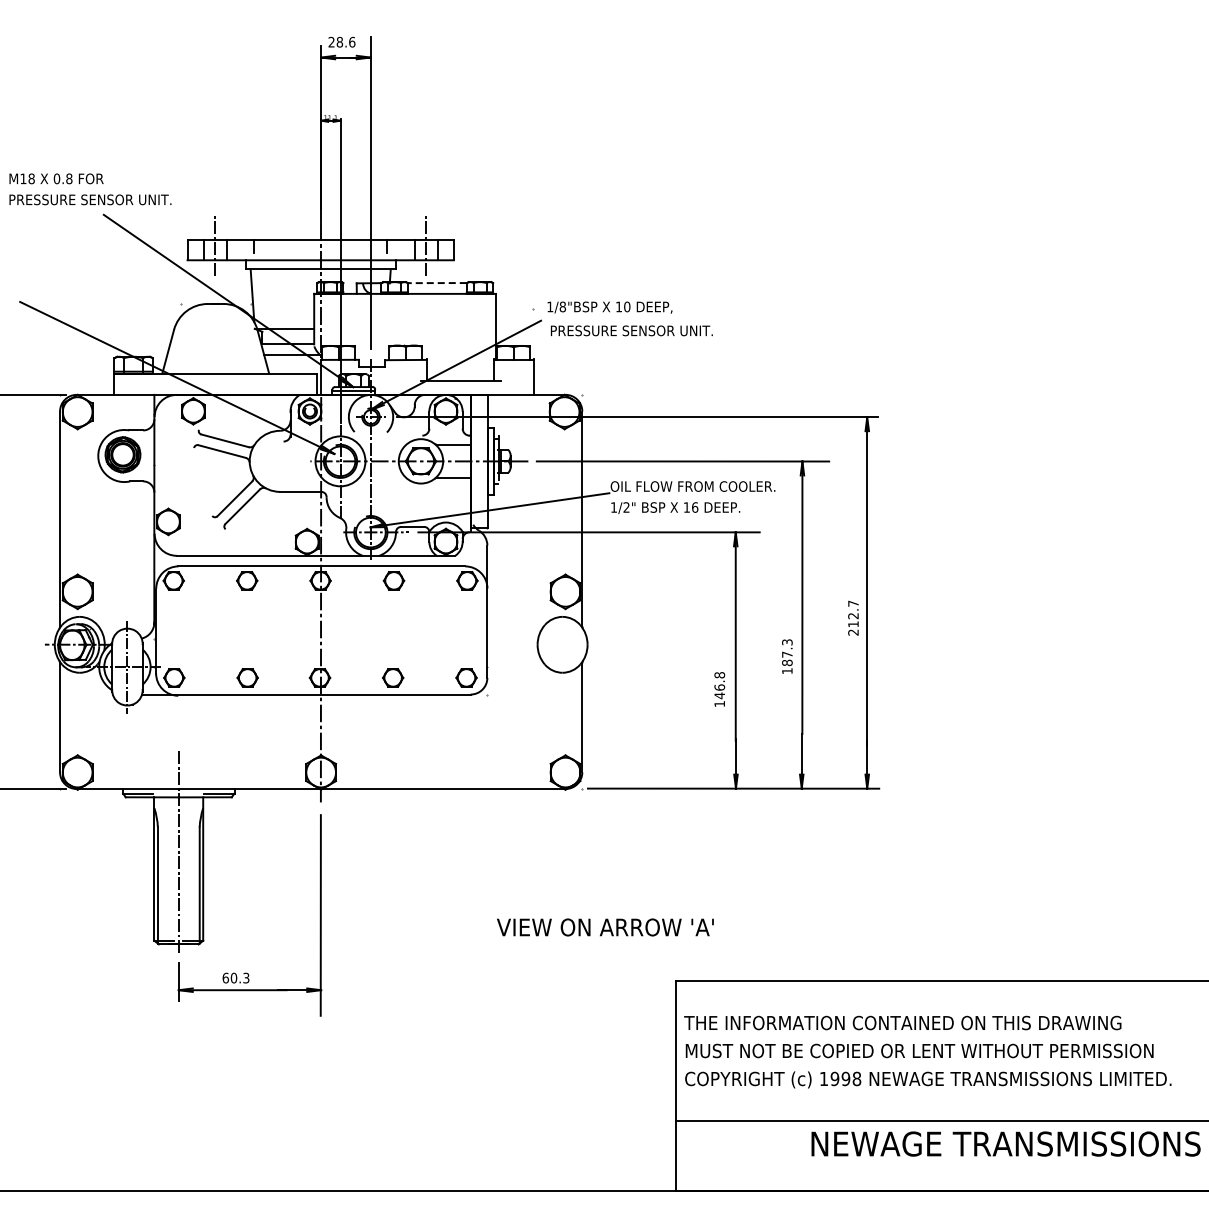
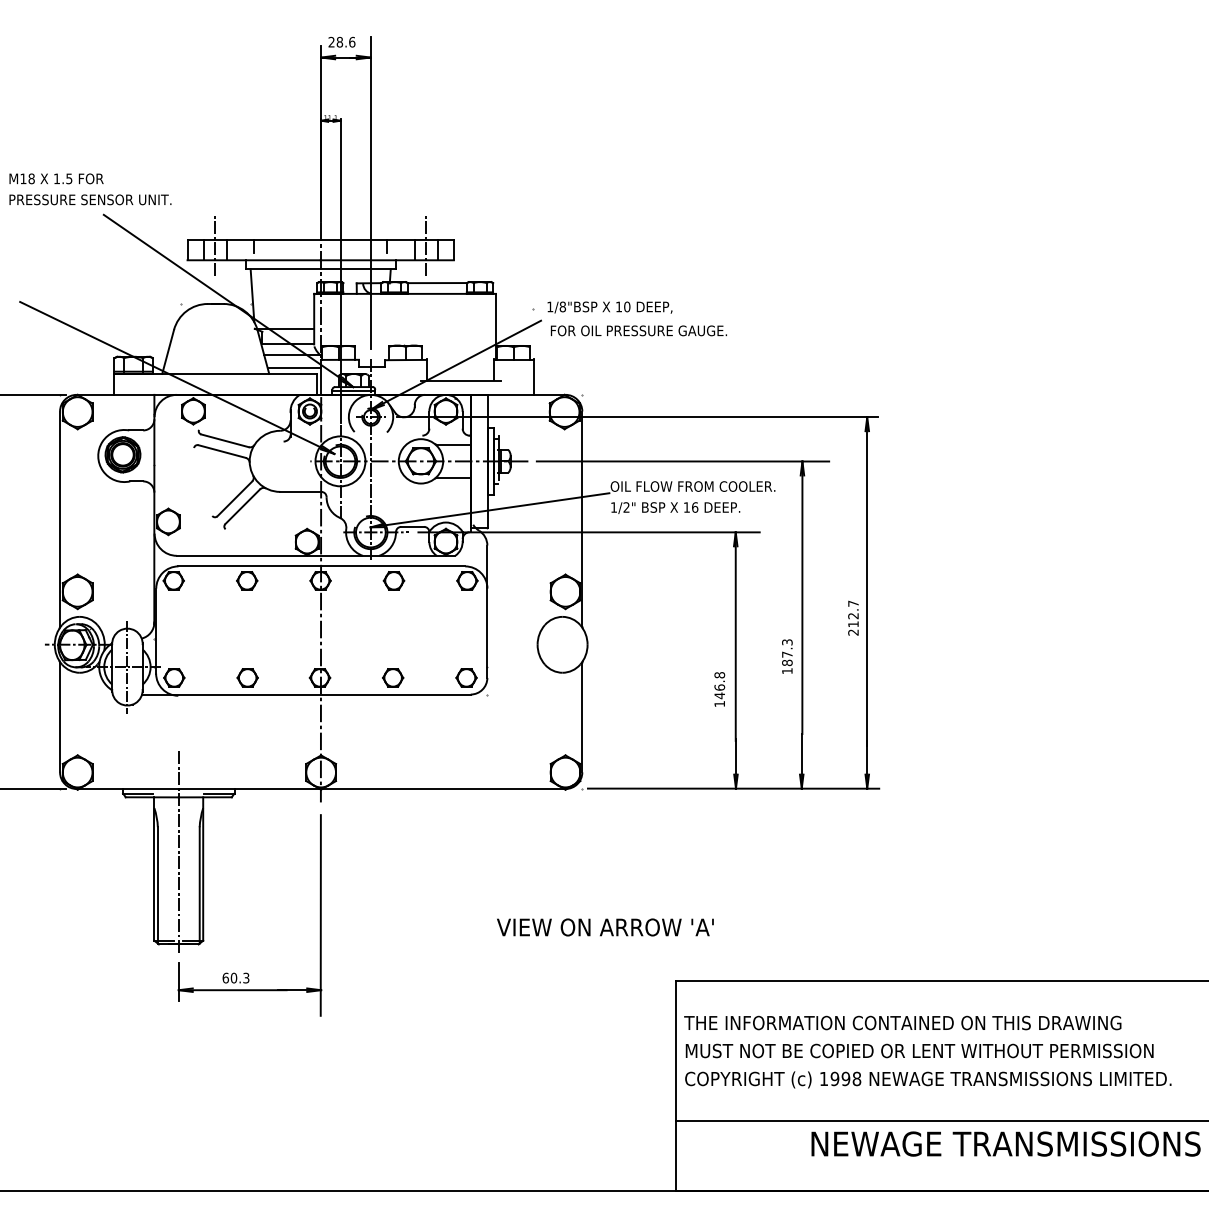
text at (62, 178): 0.8 -> 1.5
line at (436, 283): dashed -> solid
text at (639, 330): PRESSURE SENSOR UNIT. -> FOR OIL PRESSURE GAUGE.
line at (293, 367): none -> present
